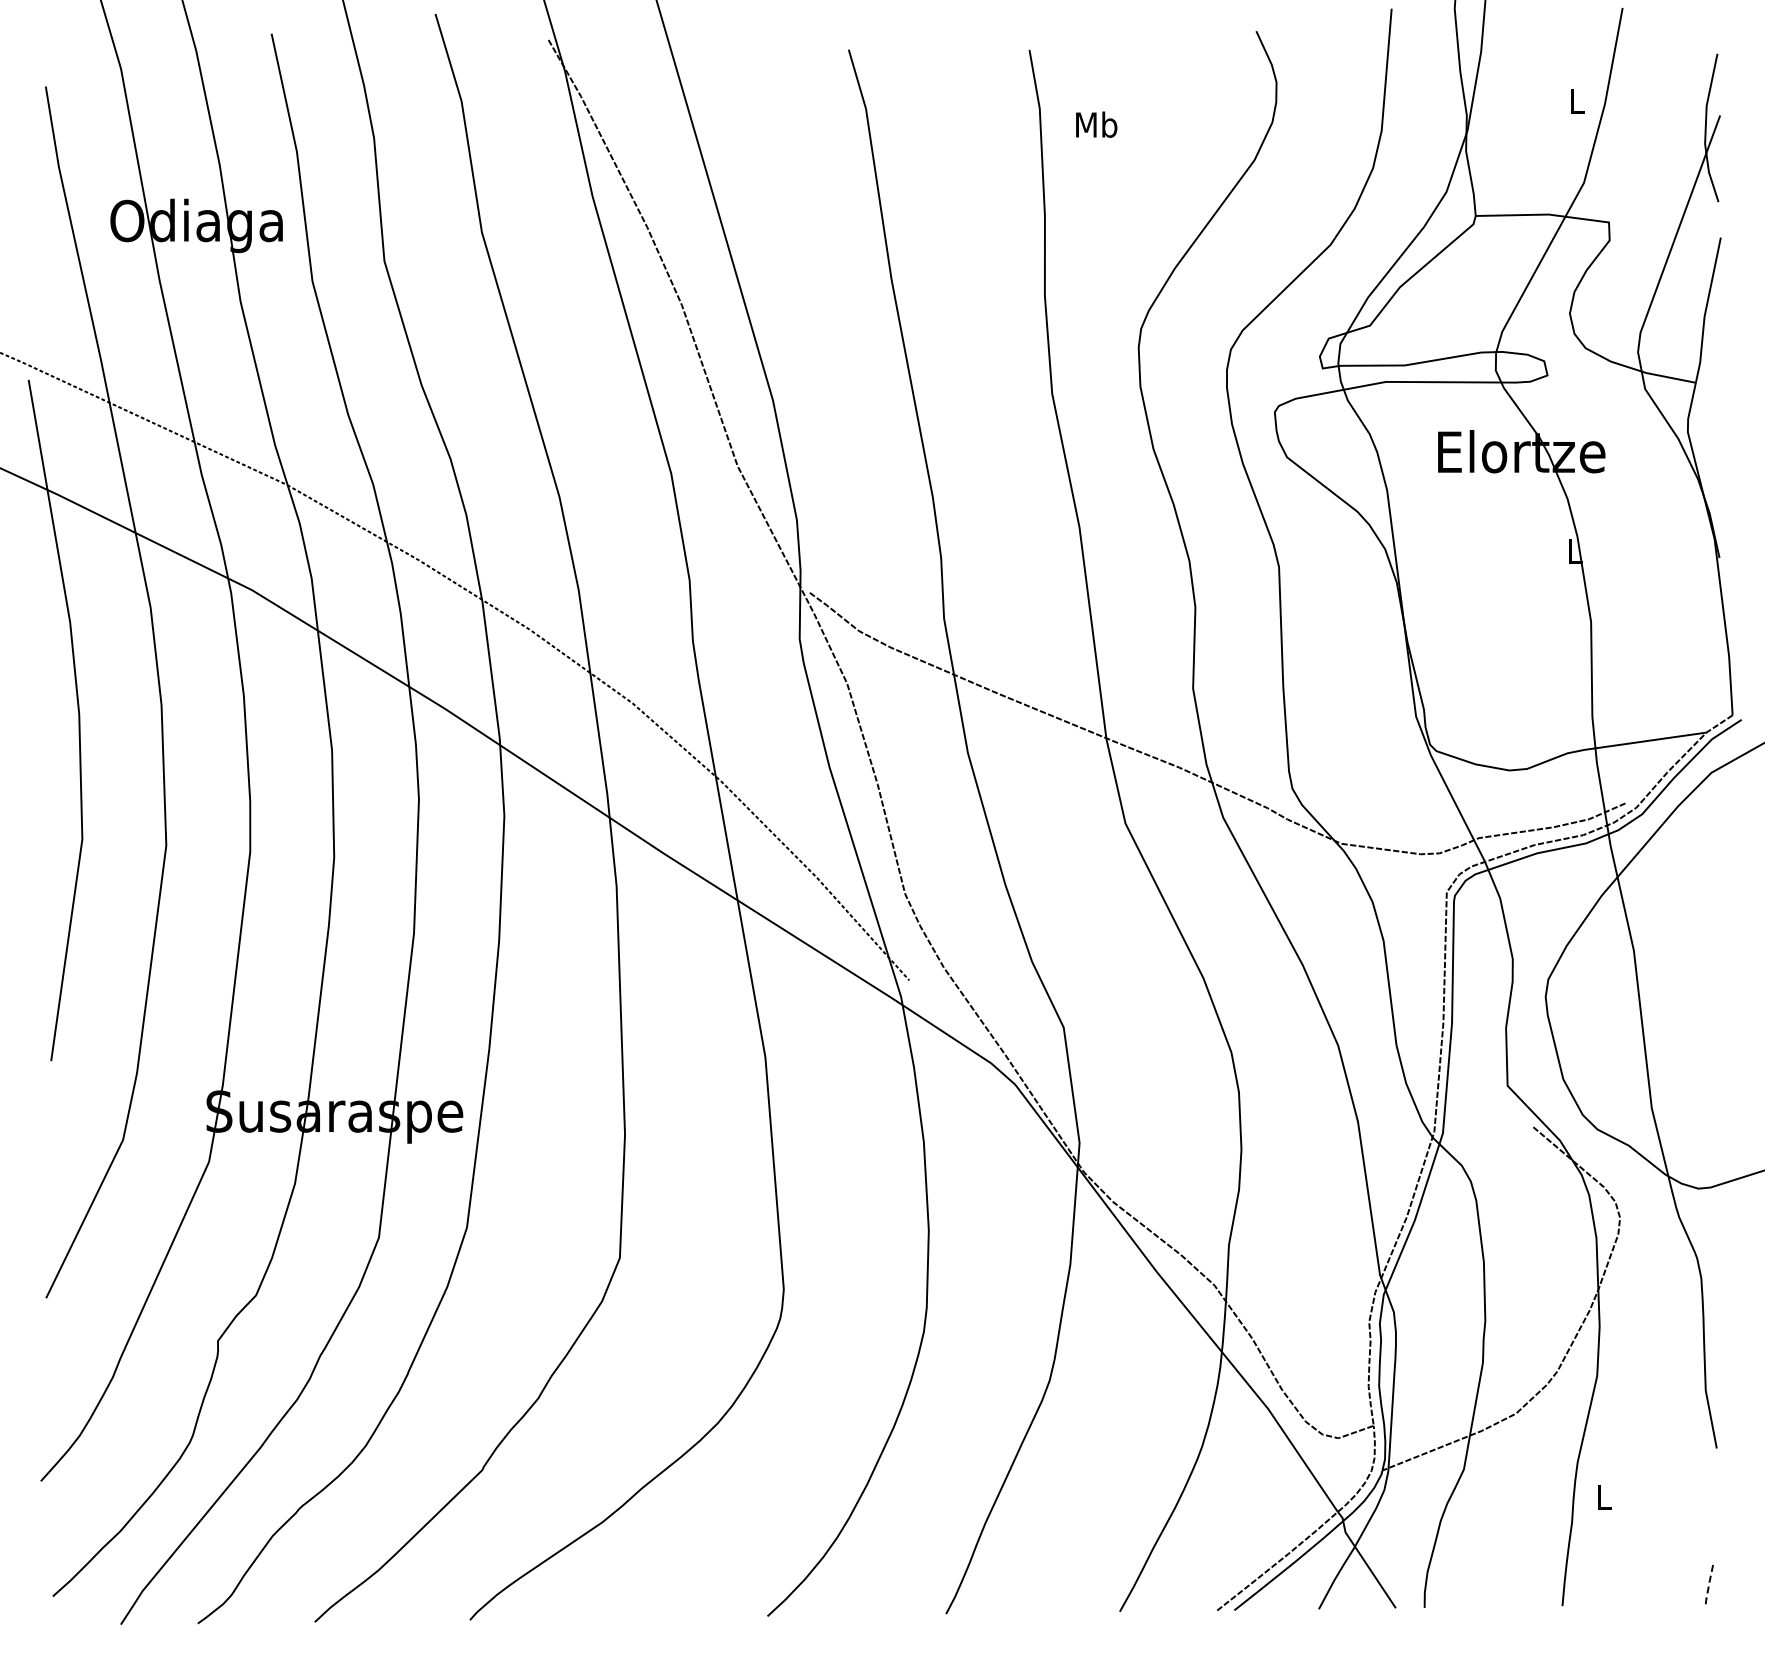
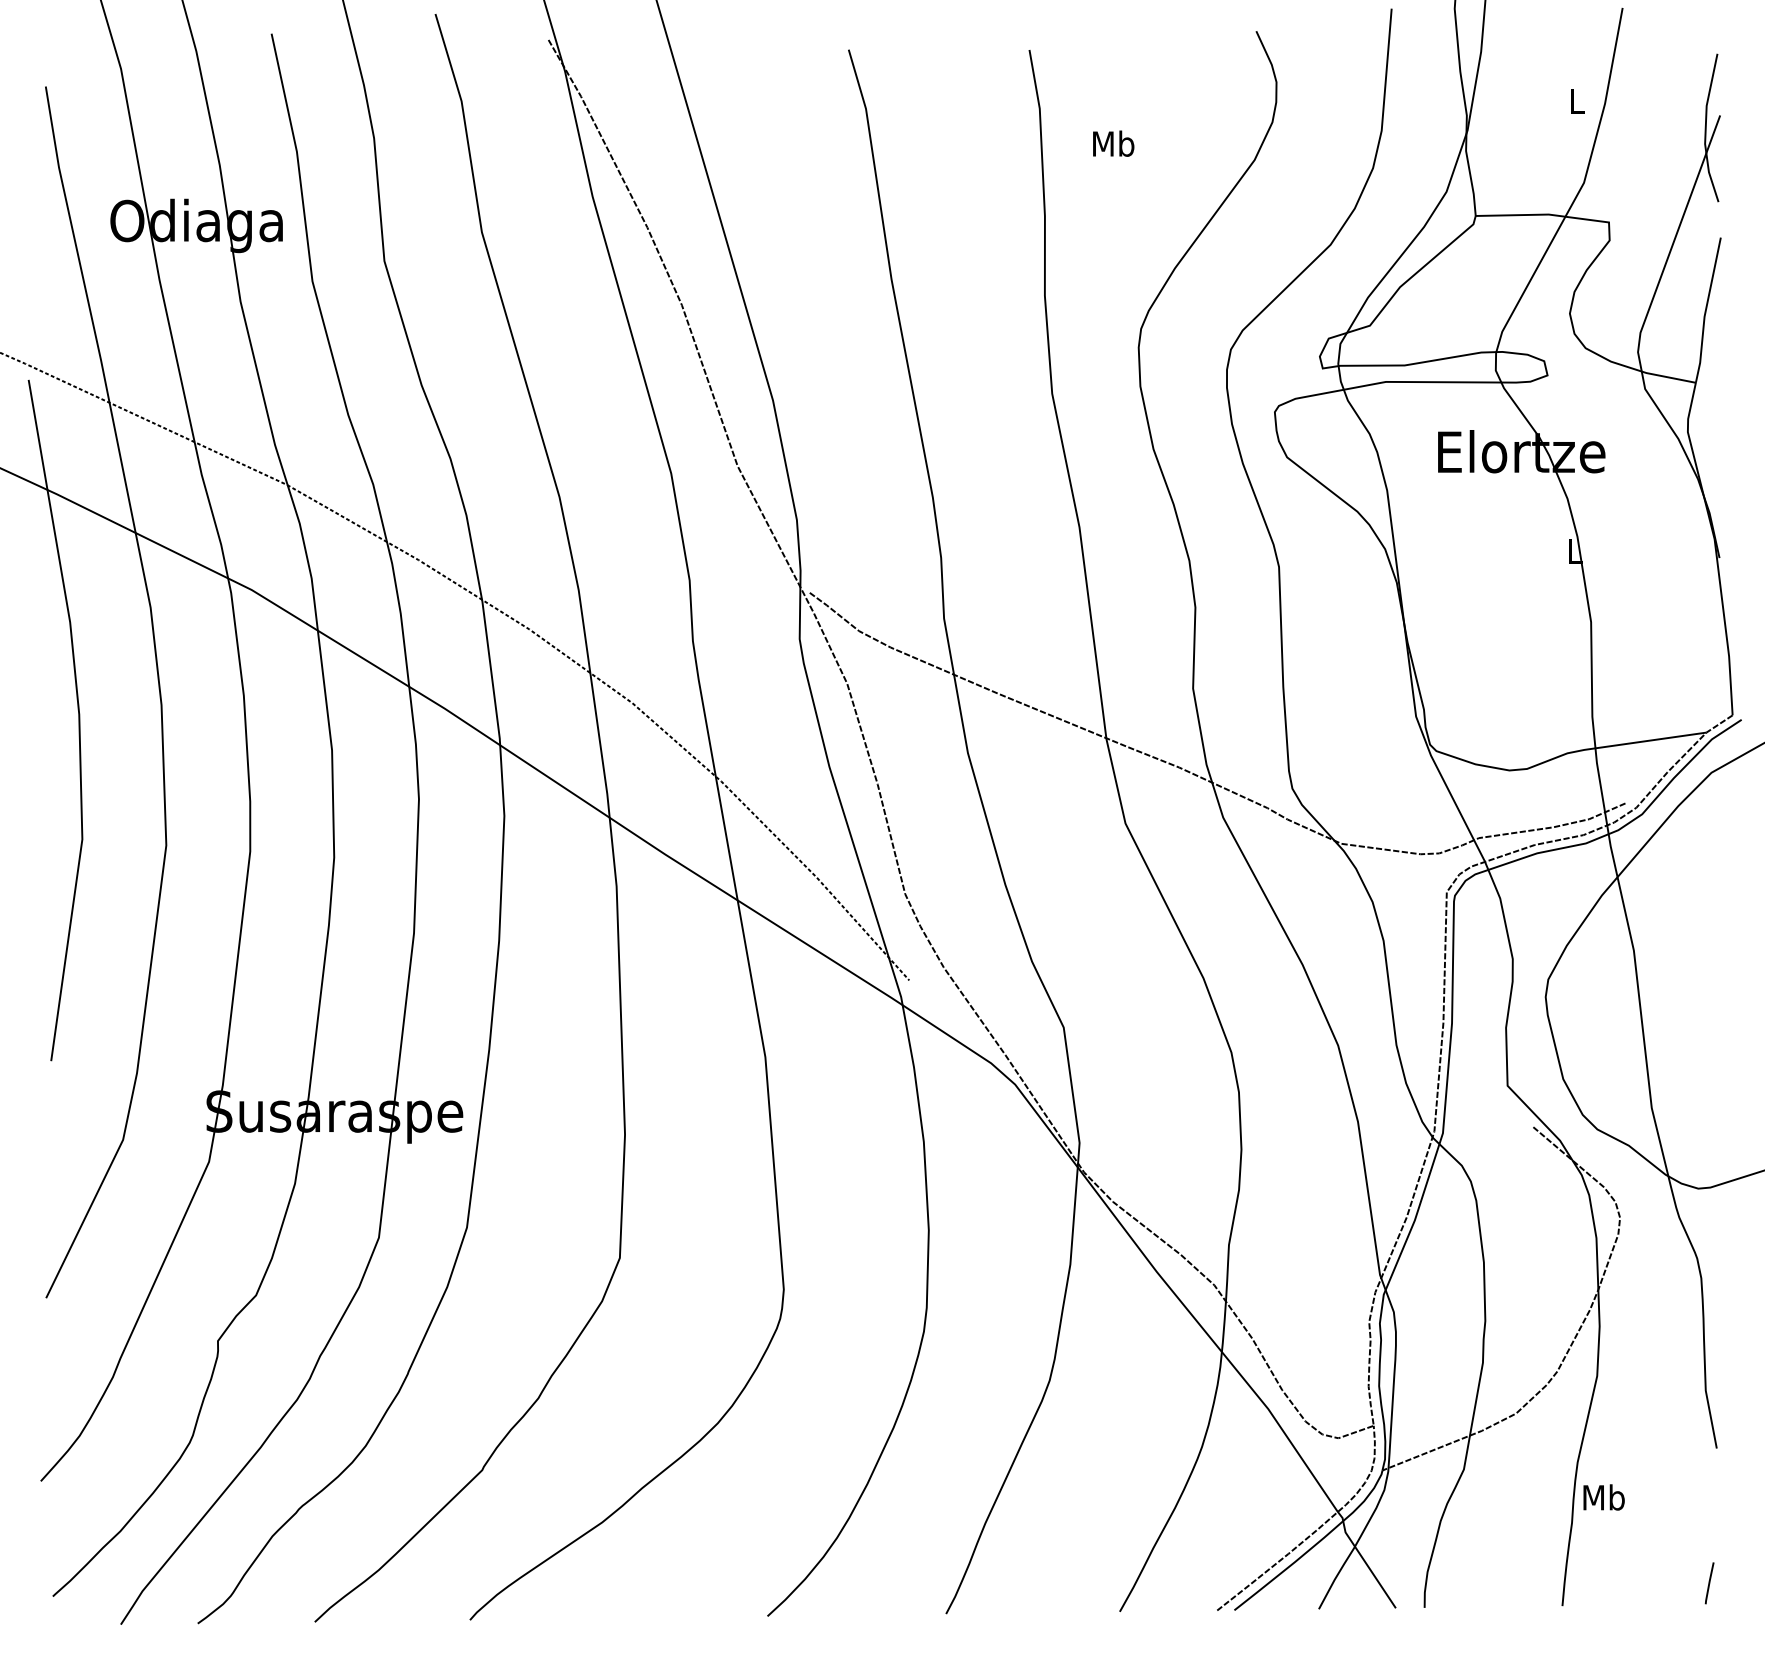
text at (1096, 124) position: (1096, 124) -> (1113, 143)
text at (1603, 1497): L -> Mb
line at (1709, 1583): dashed -> solid
